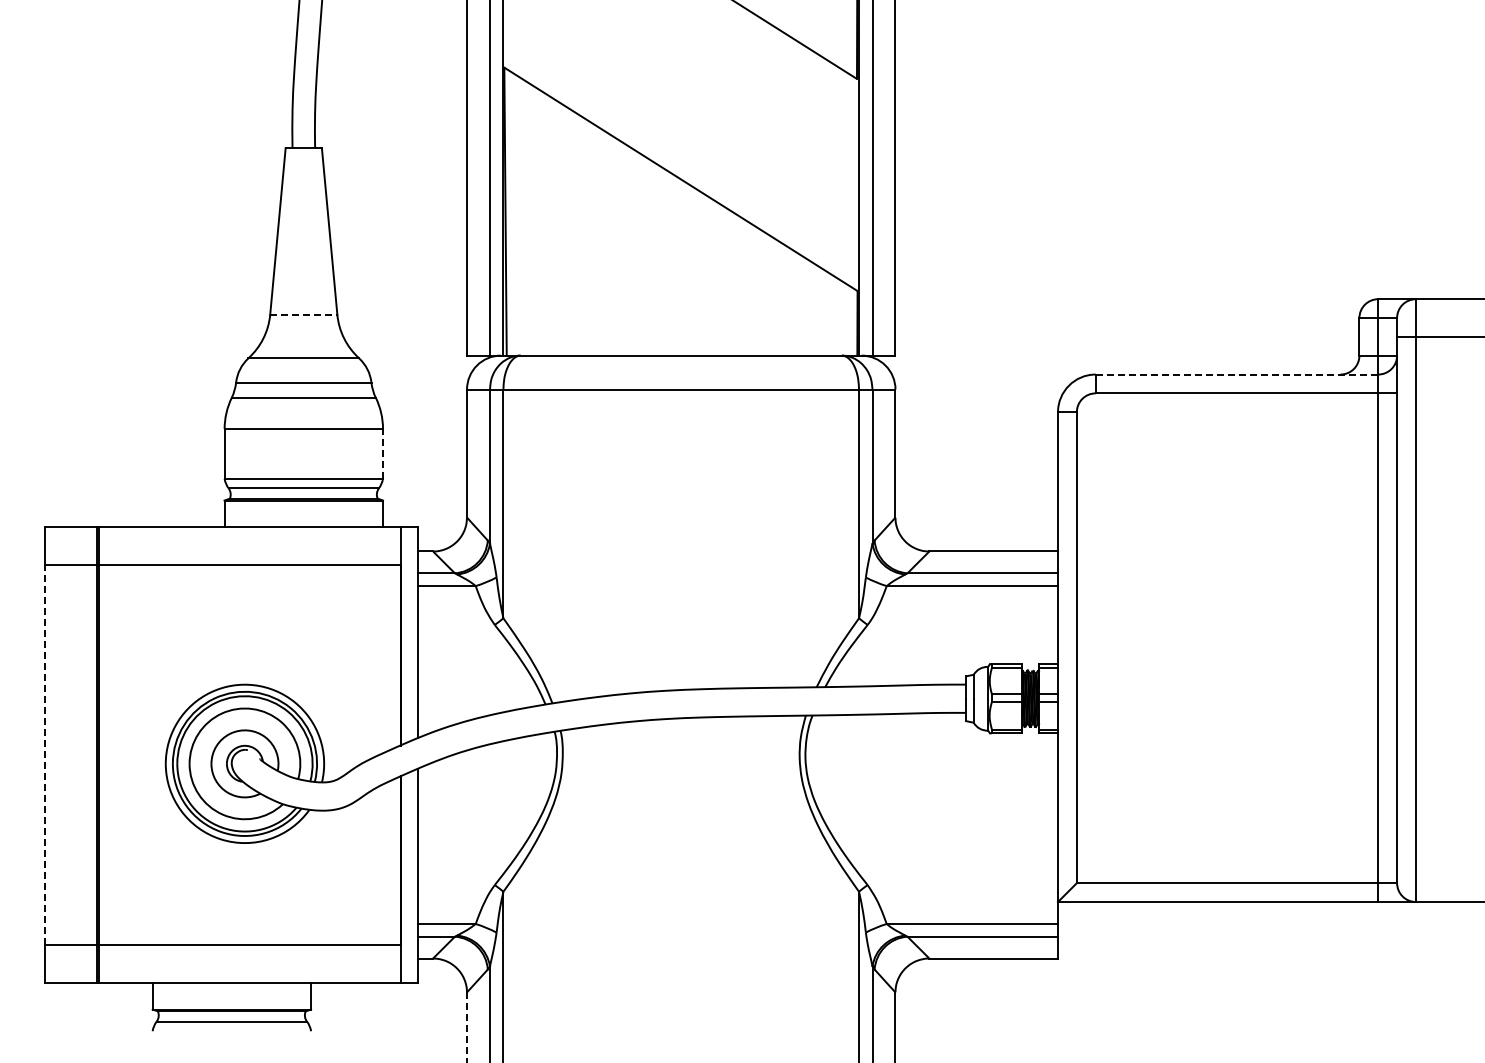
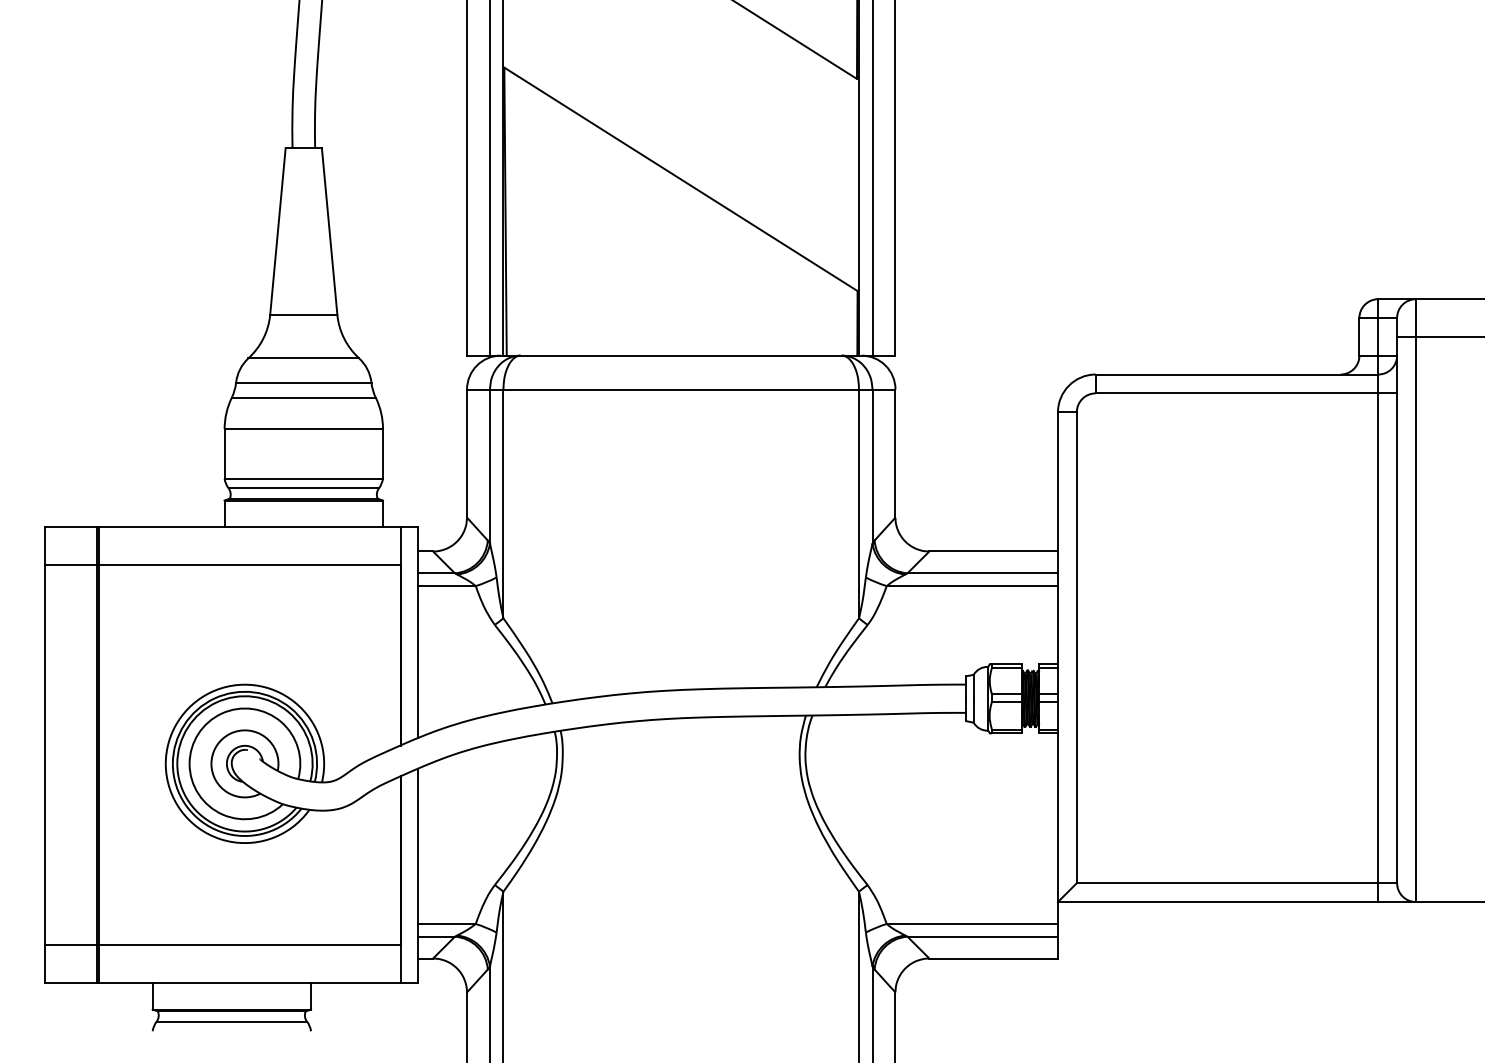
line at (303, 314): dashed -> solid
line at (1237, 374): dashed -> solid
line at (383, 453): dashed -> solid
line at (44, 754): dashed -> solid
line at (467, 1027): dashed -> solid
